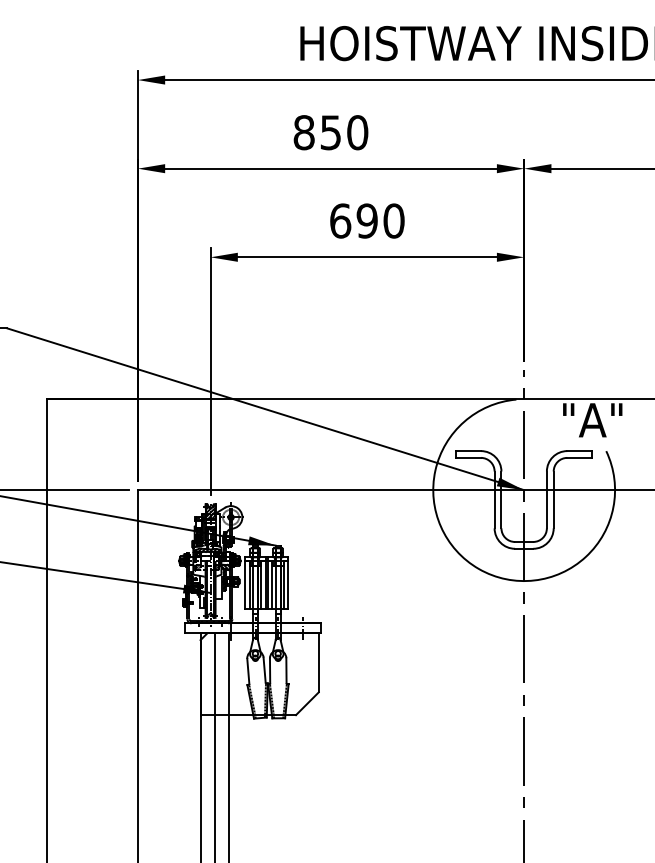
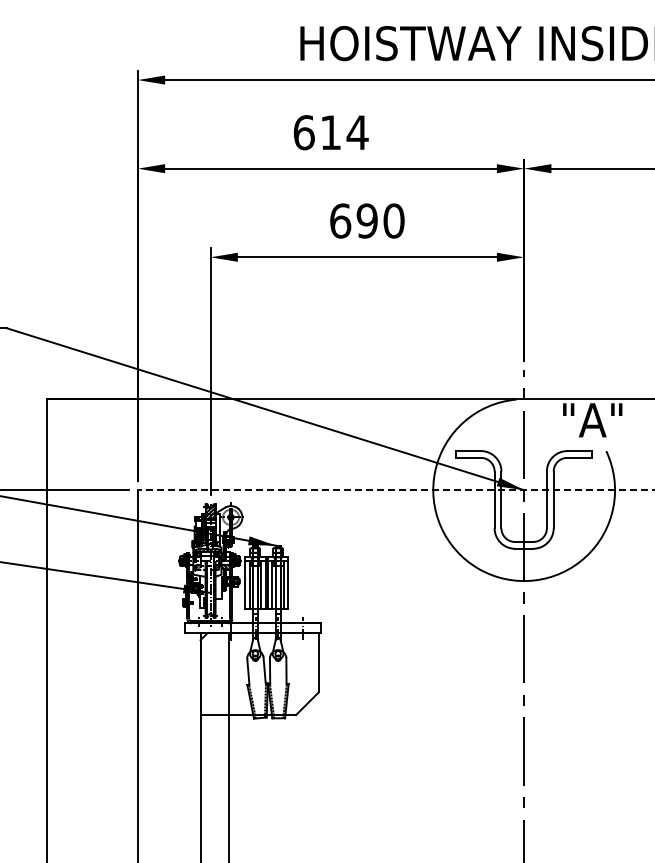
text at (330, 132): 850 -> 614
line at (395, 490): solid -> dashed
line at (214, 746): present -> none
